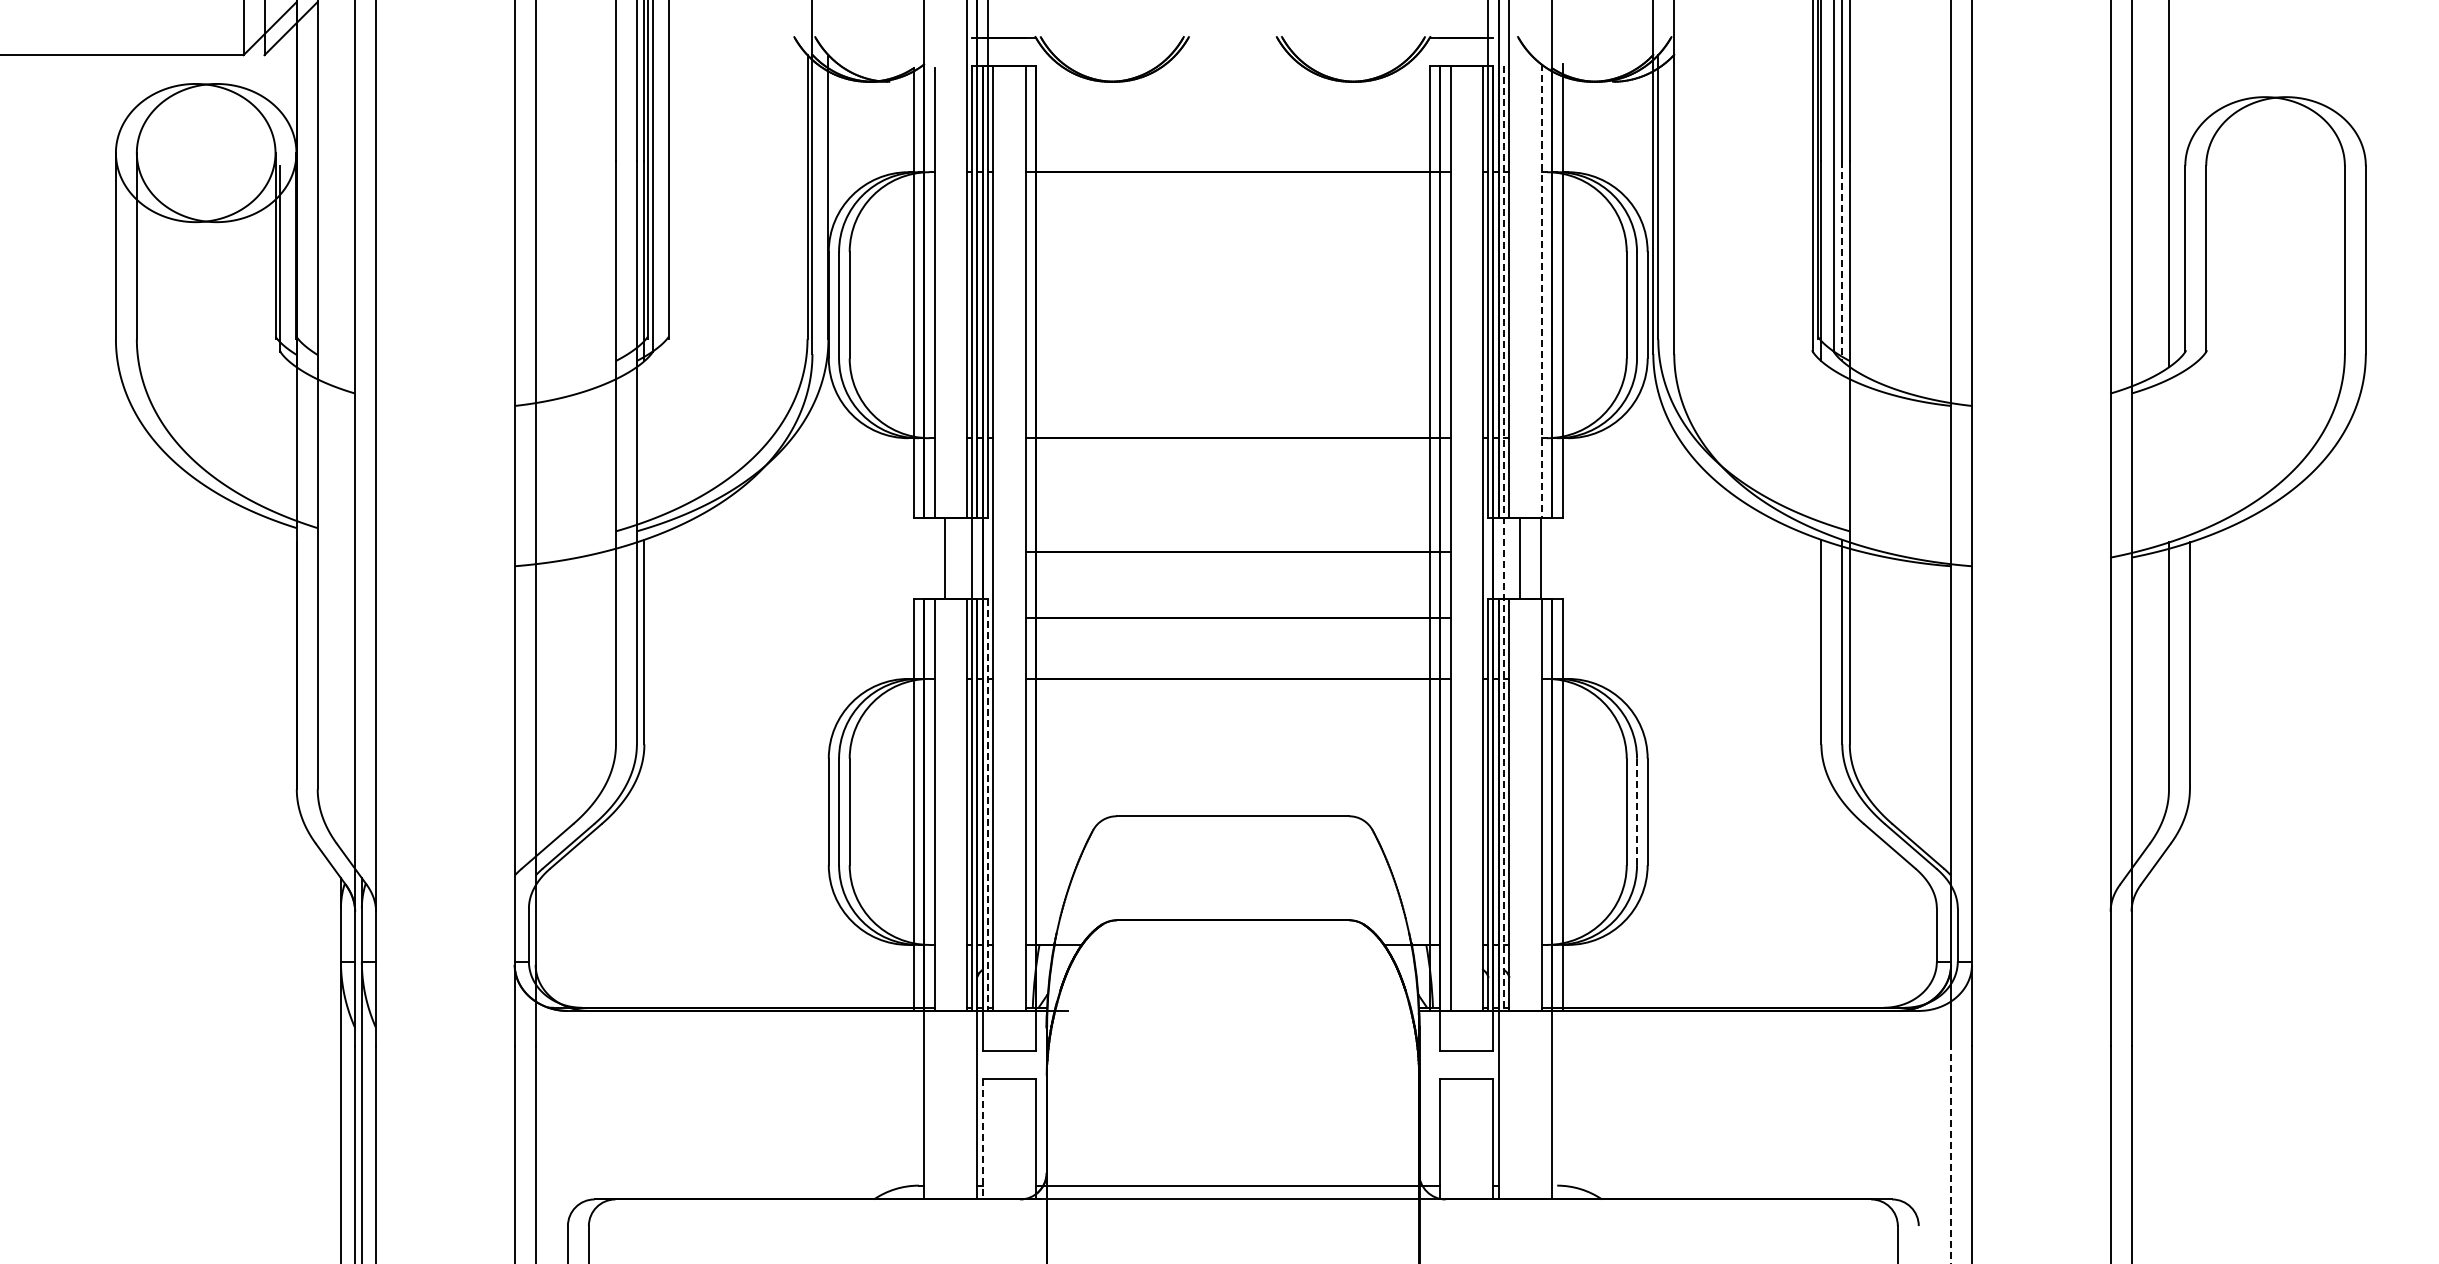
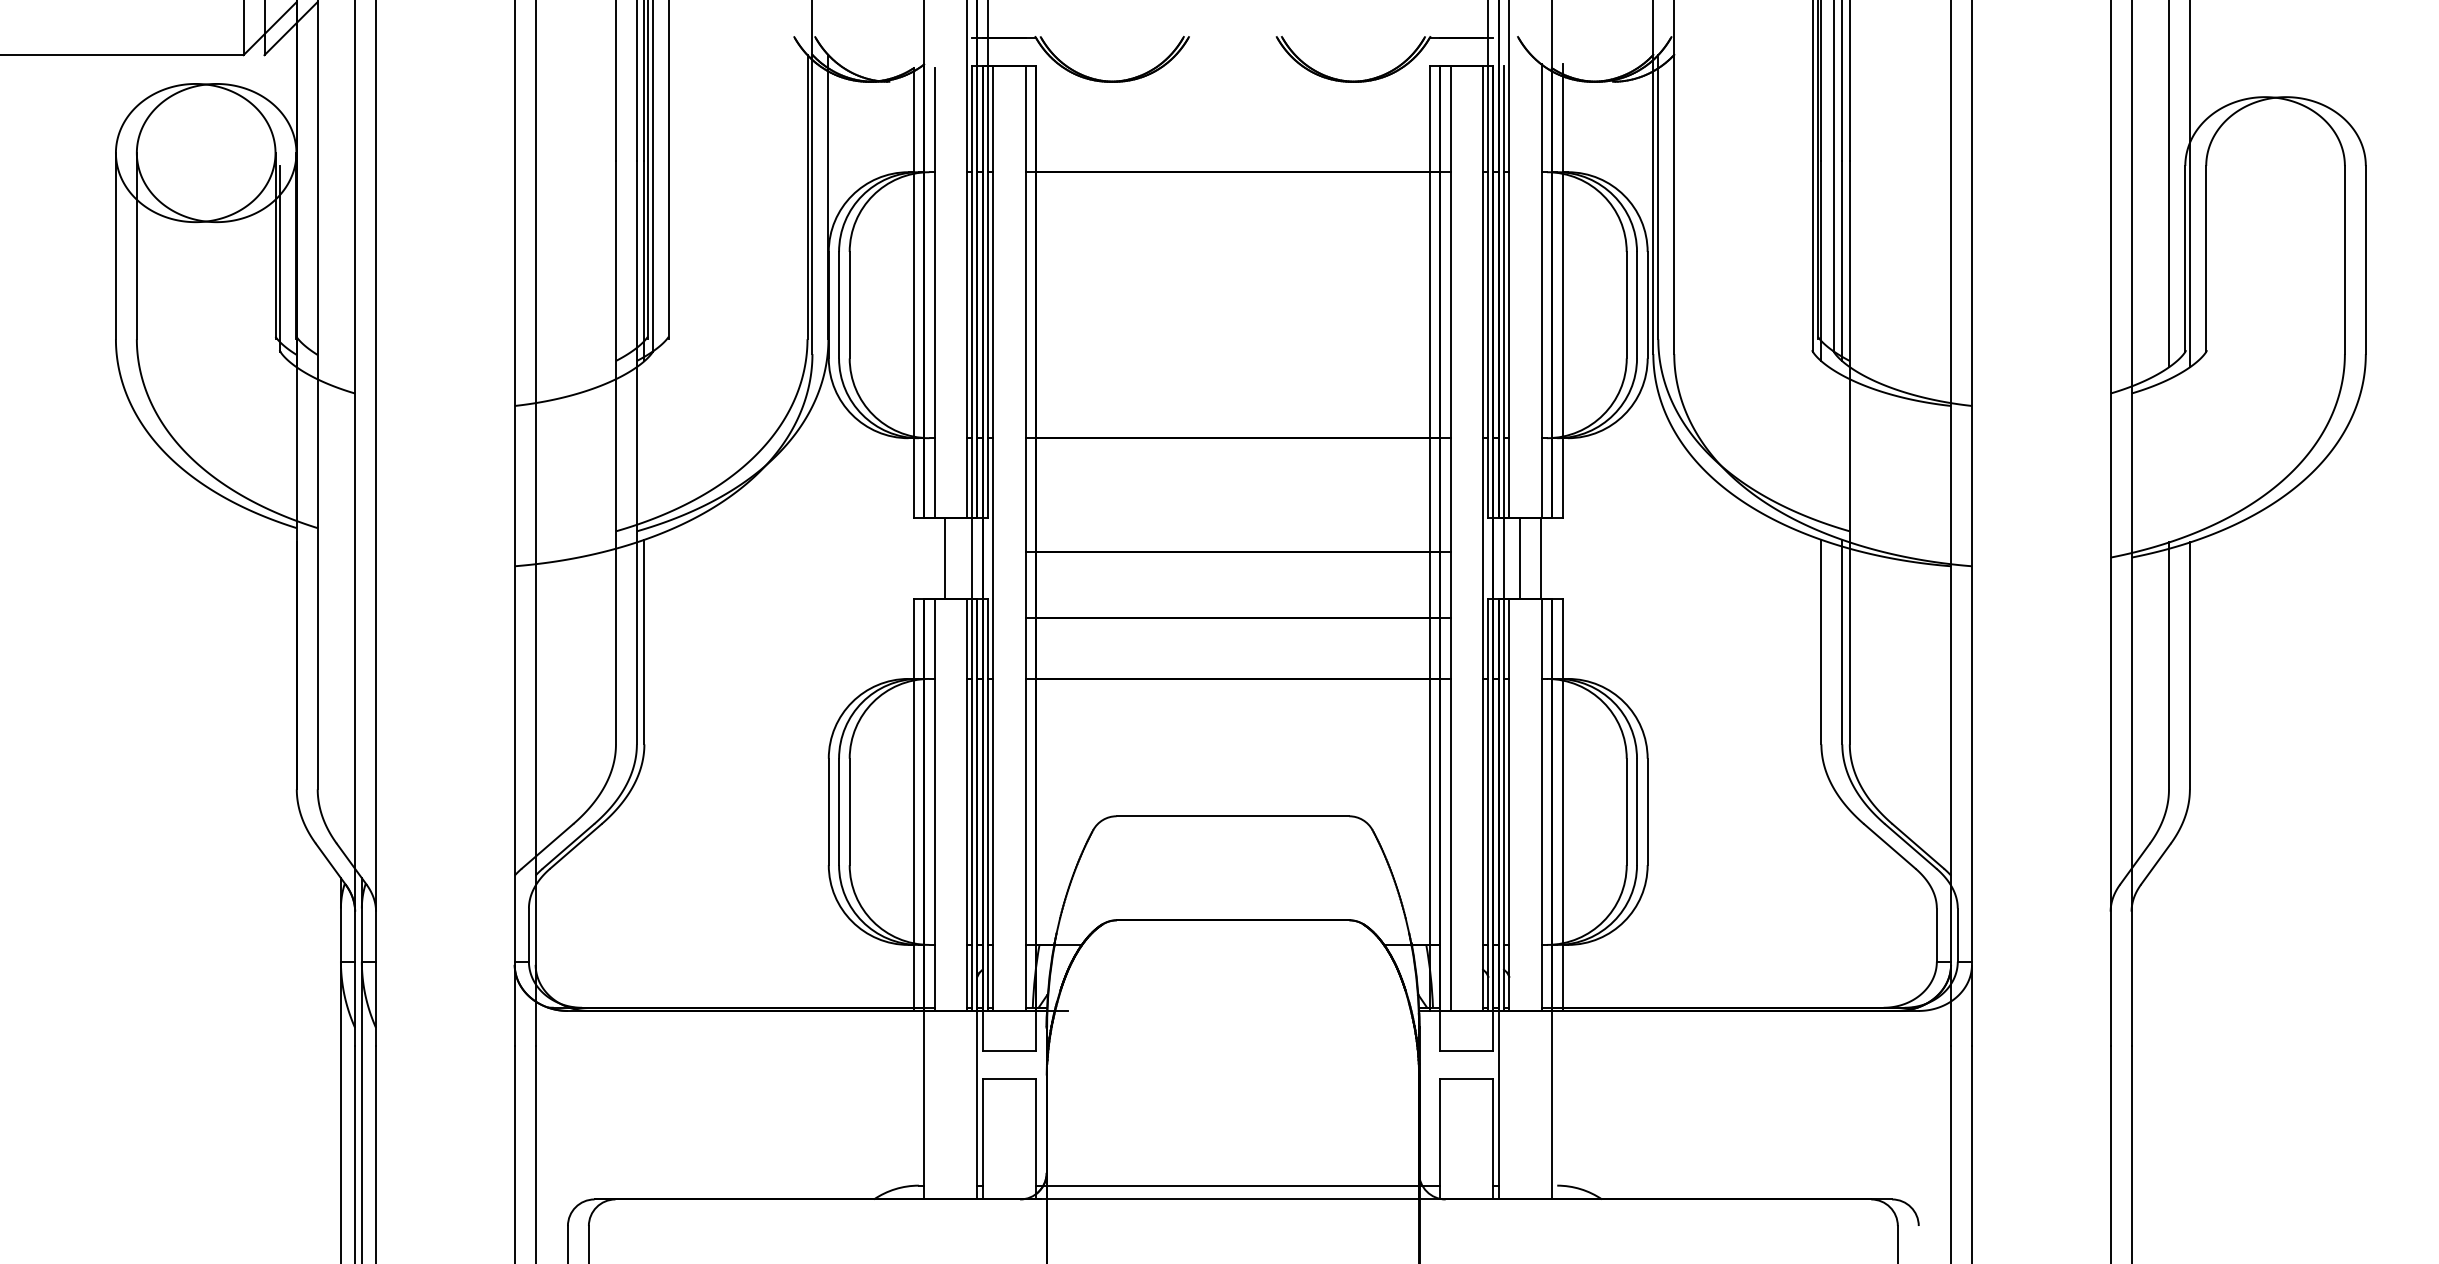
line at (2189, 184): none -> present
line at (1842, 261): dashed -> solid
line at (1541, 291): dashed -> solid
line at (1504, 538): dashed -> solid
line at (988, 805): dashed -> solid
line at (1637, 812): dashed -> solid
line at (982, 1139): dashed -> solid
line at (1951, 1154): dashed -> solid
